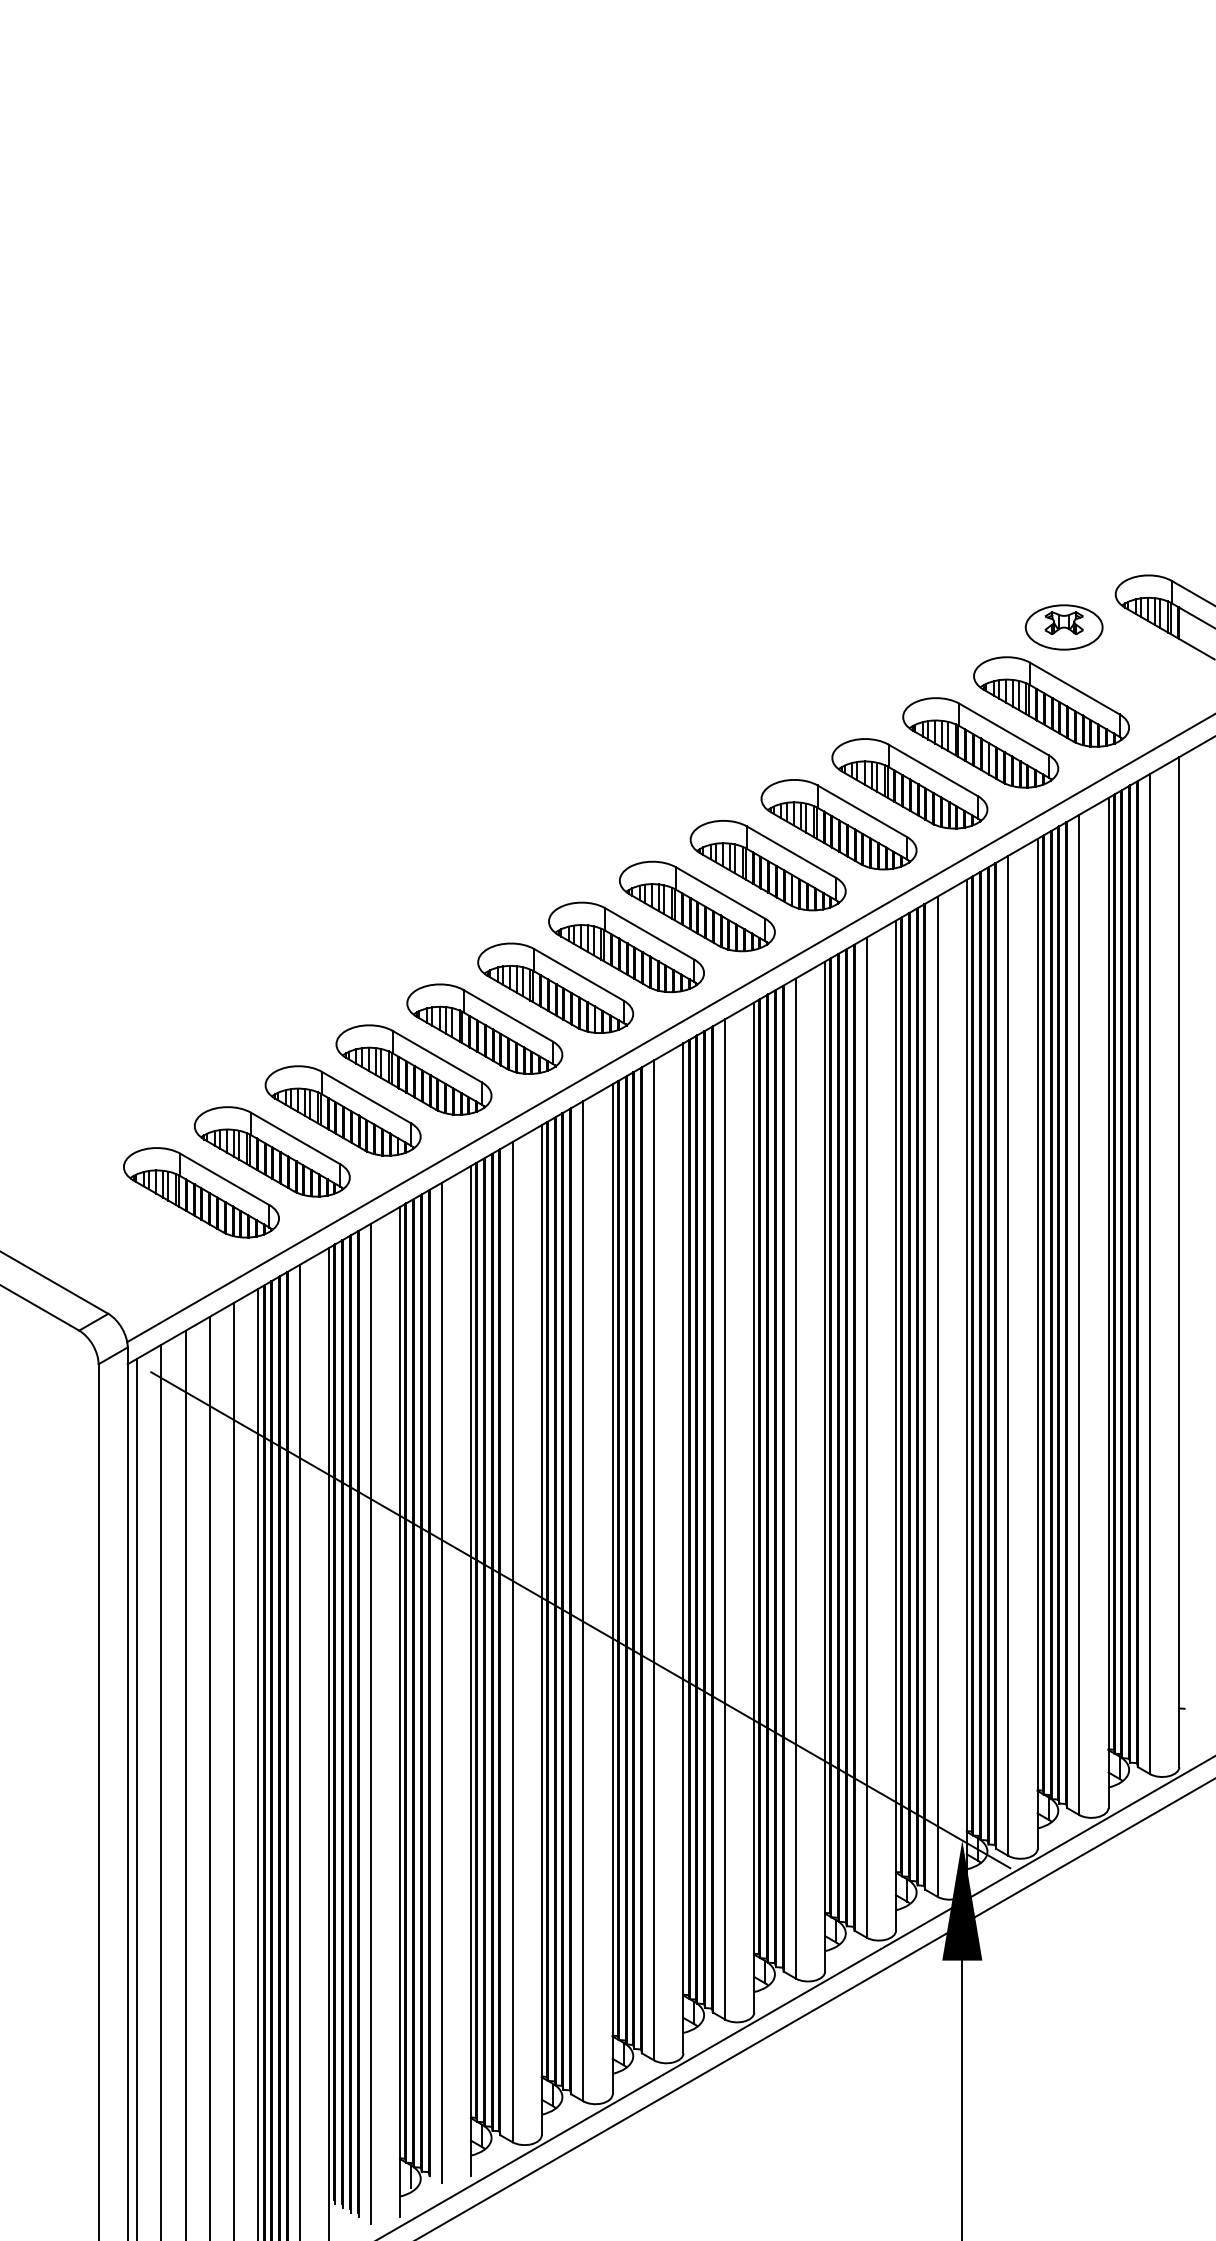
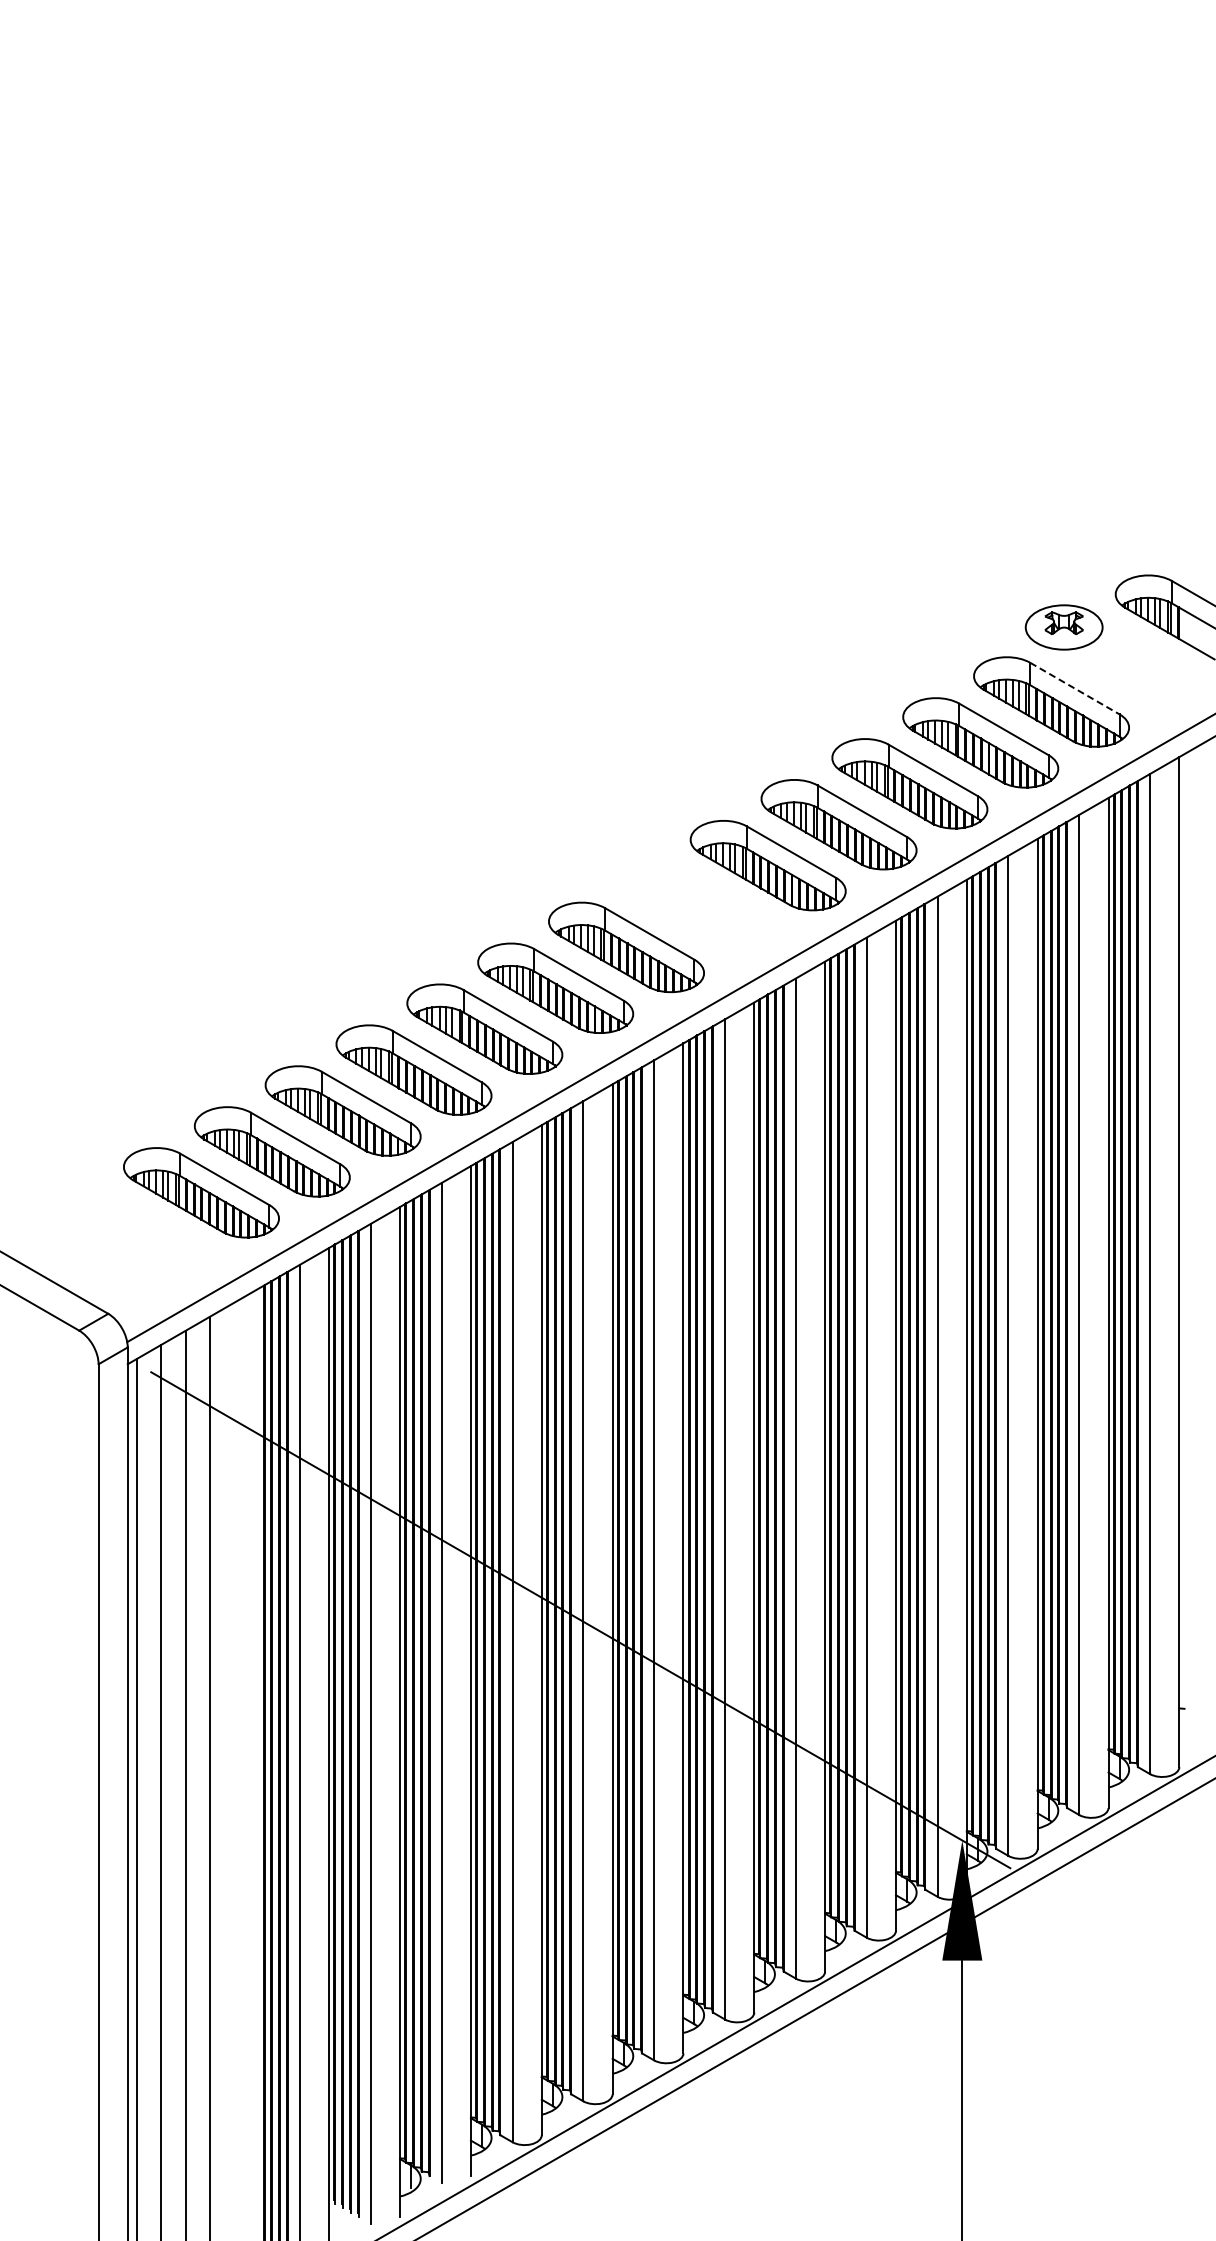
line at (1074, 688): solid -> dashed
part at (697, 906): present -> none
line at (258, 1762): present -> none
line at (234, 1769): present -> none
